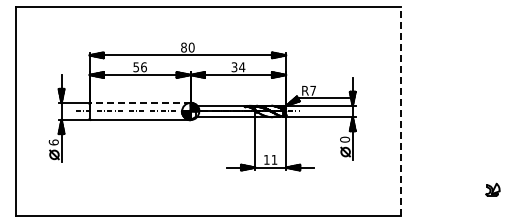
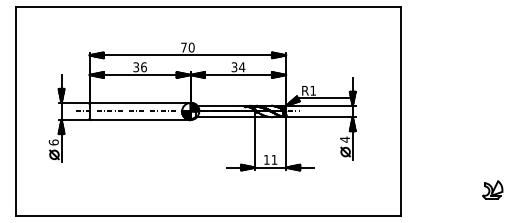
text at (183, 47): 80 -> 70
text at (136, 66): 56 -> 36
text at (312, 90): R7 -> R1
line at (140, 103): dashed -> solid
line at (401, 111): dashed -> solid
text at (345, 139): 0 -> 4
part at (492, 189) size: 16x15 px -> 22x20 px
